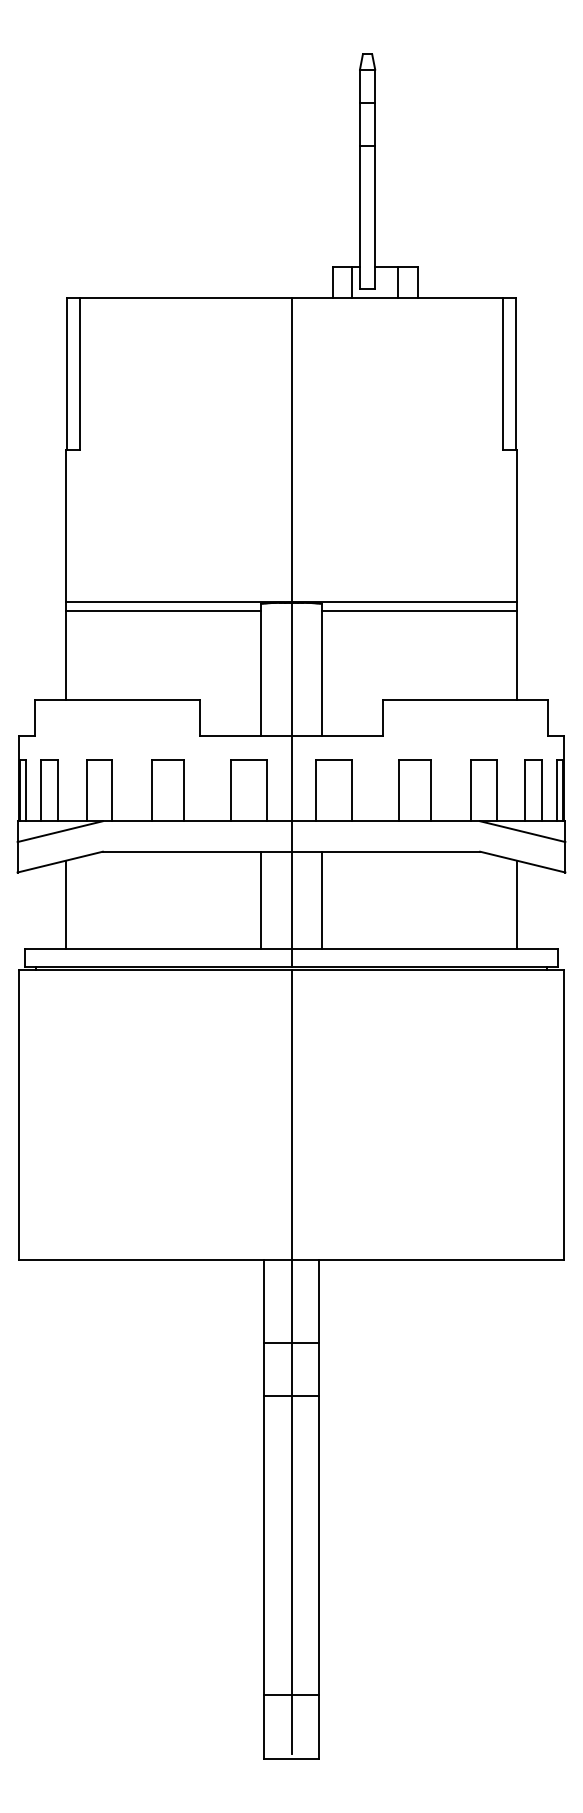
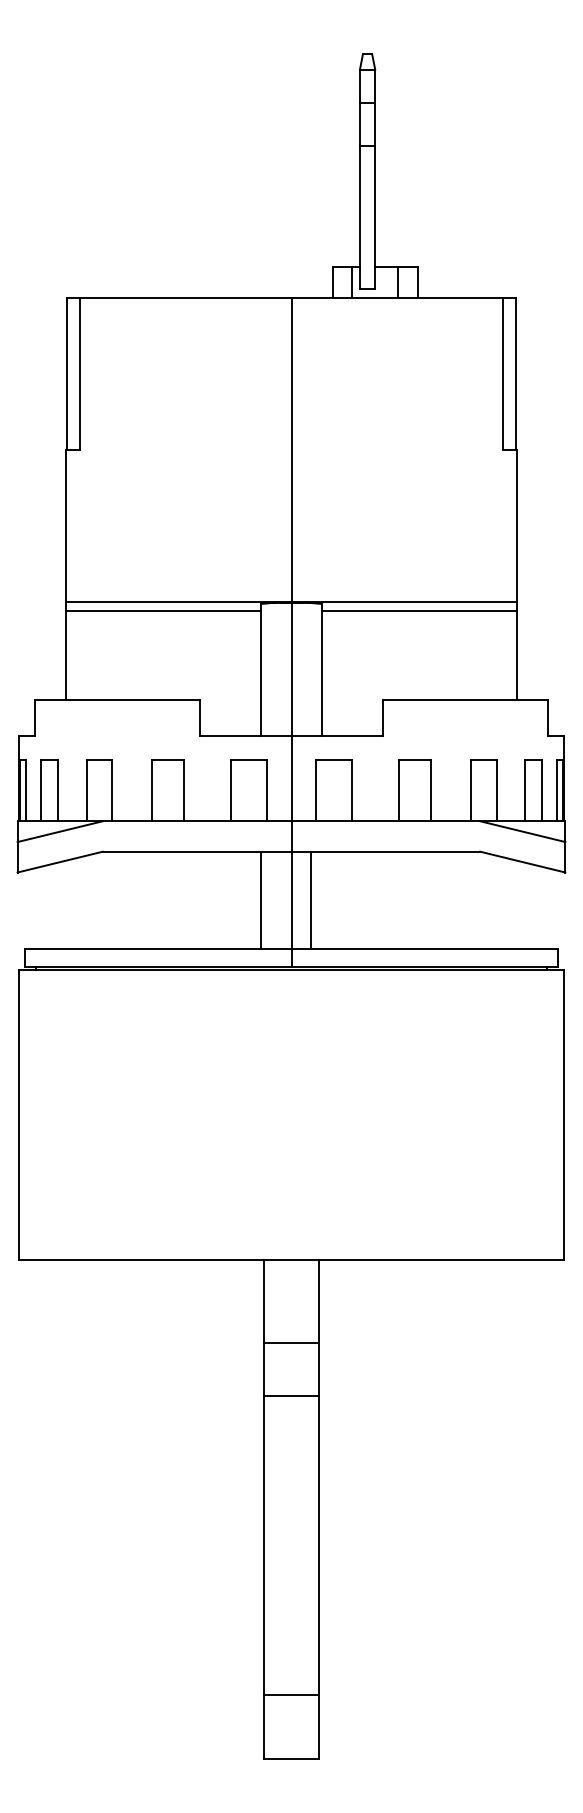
line at (321, 900) position: (321, 900) -> (310, 900)
line at (66, 904): present -> none
line at (516, 904): present -> none
line at (291, 1362): present -> none
